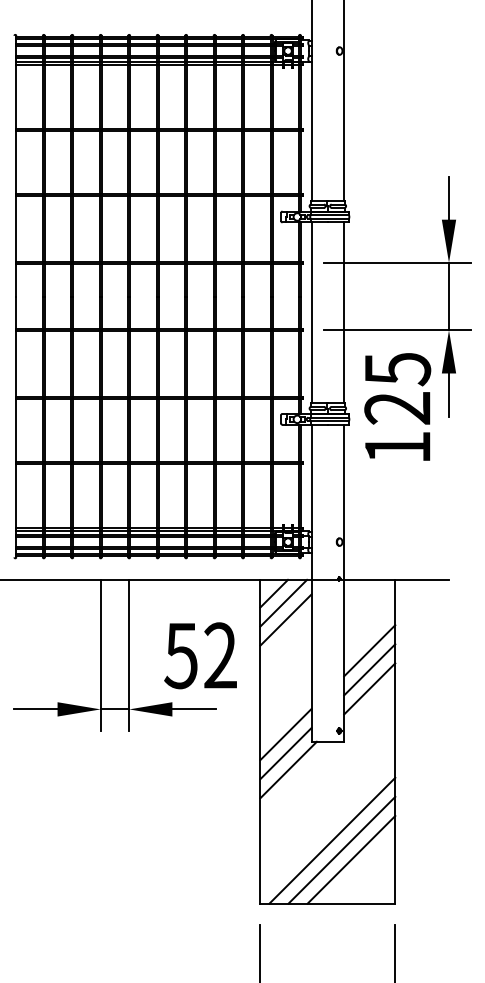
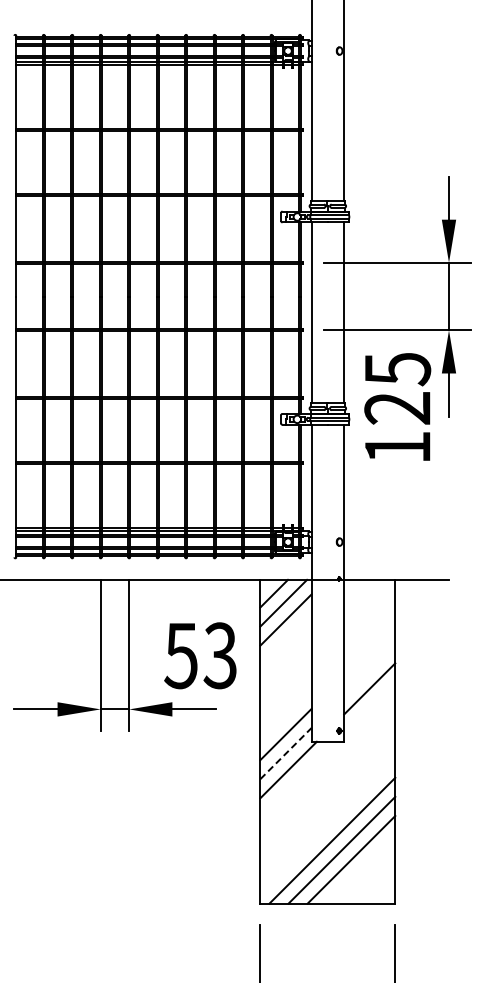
line at (369, 650): present -> none
text at (219, 655): 52 -> 53
line at (369, 669): present -> none
line at (286, 753): solid -> dashed
